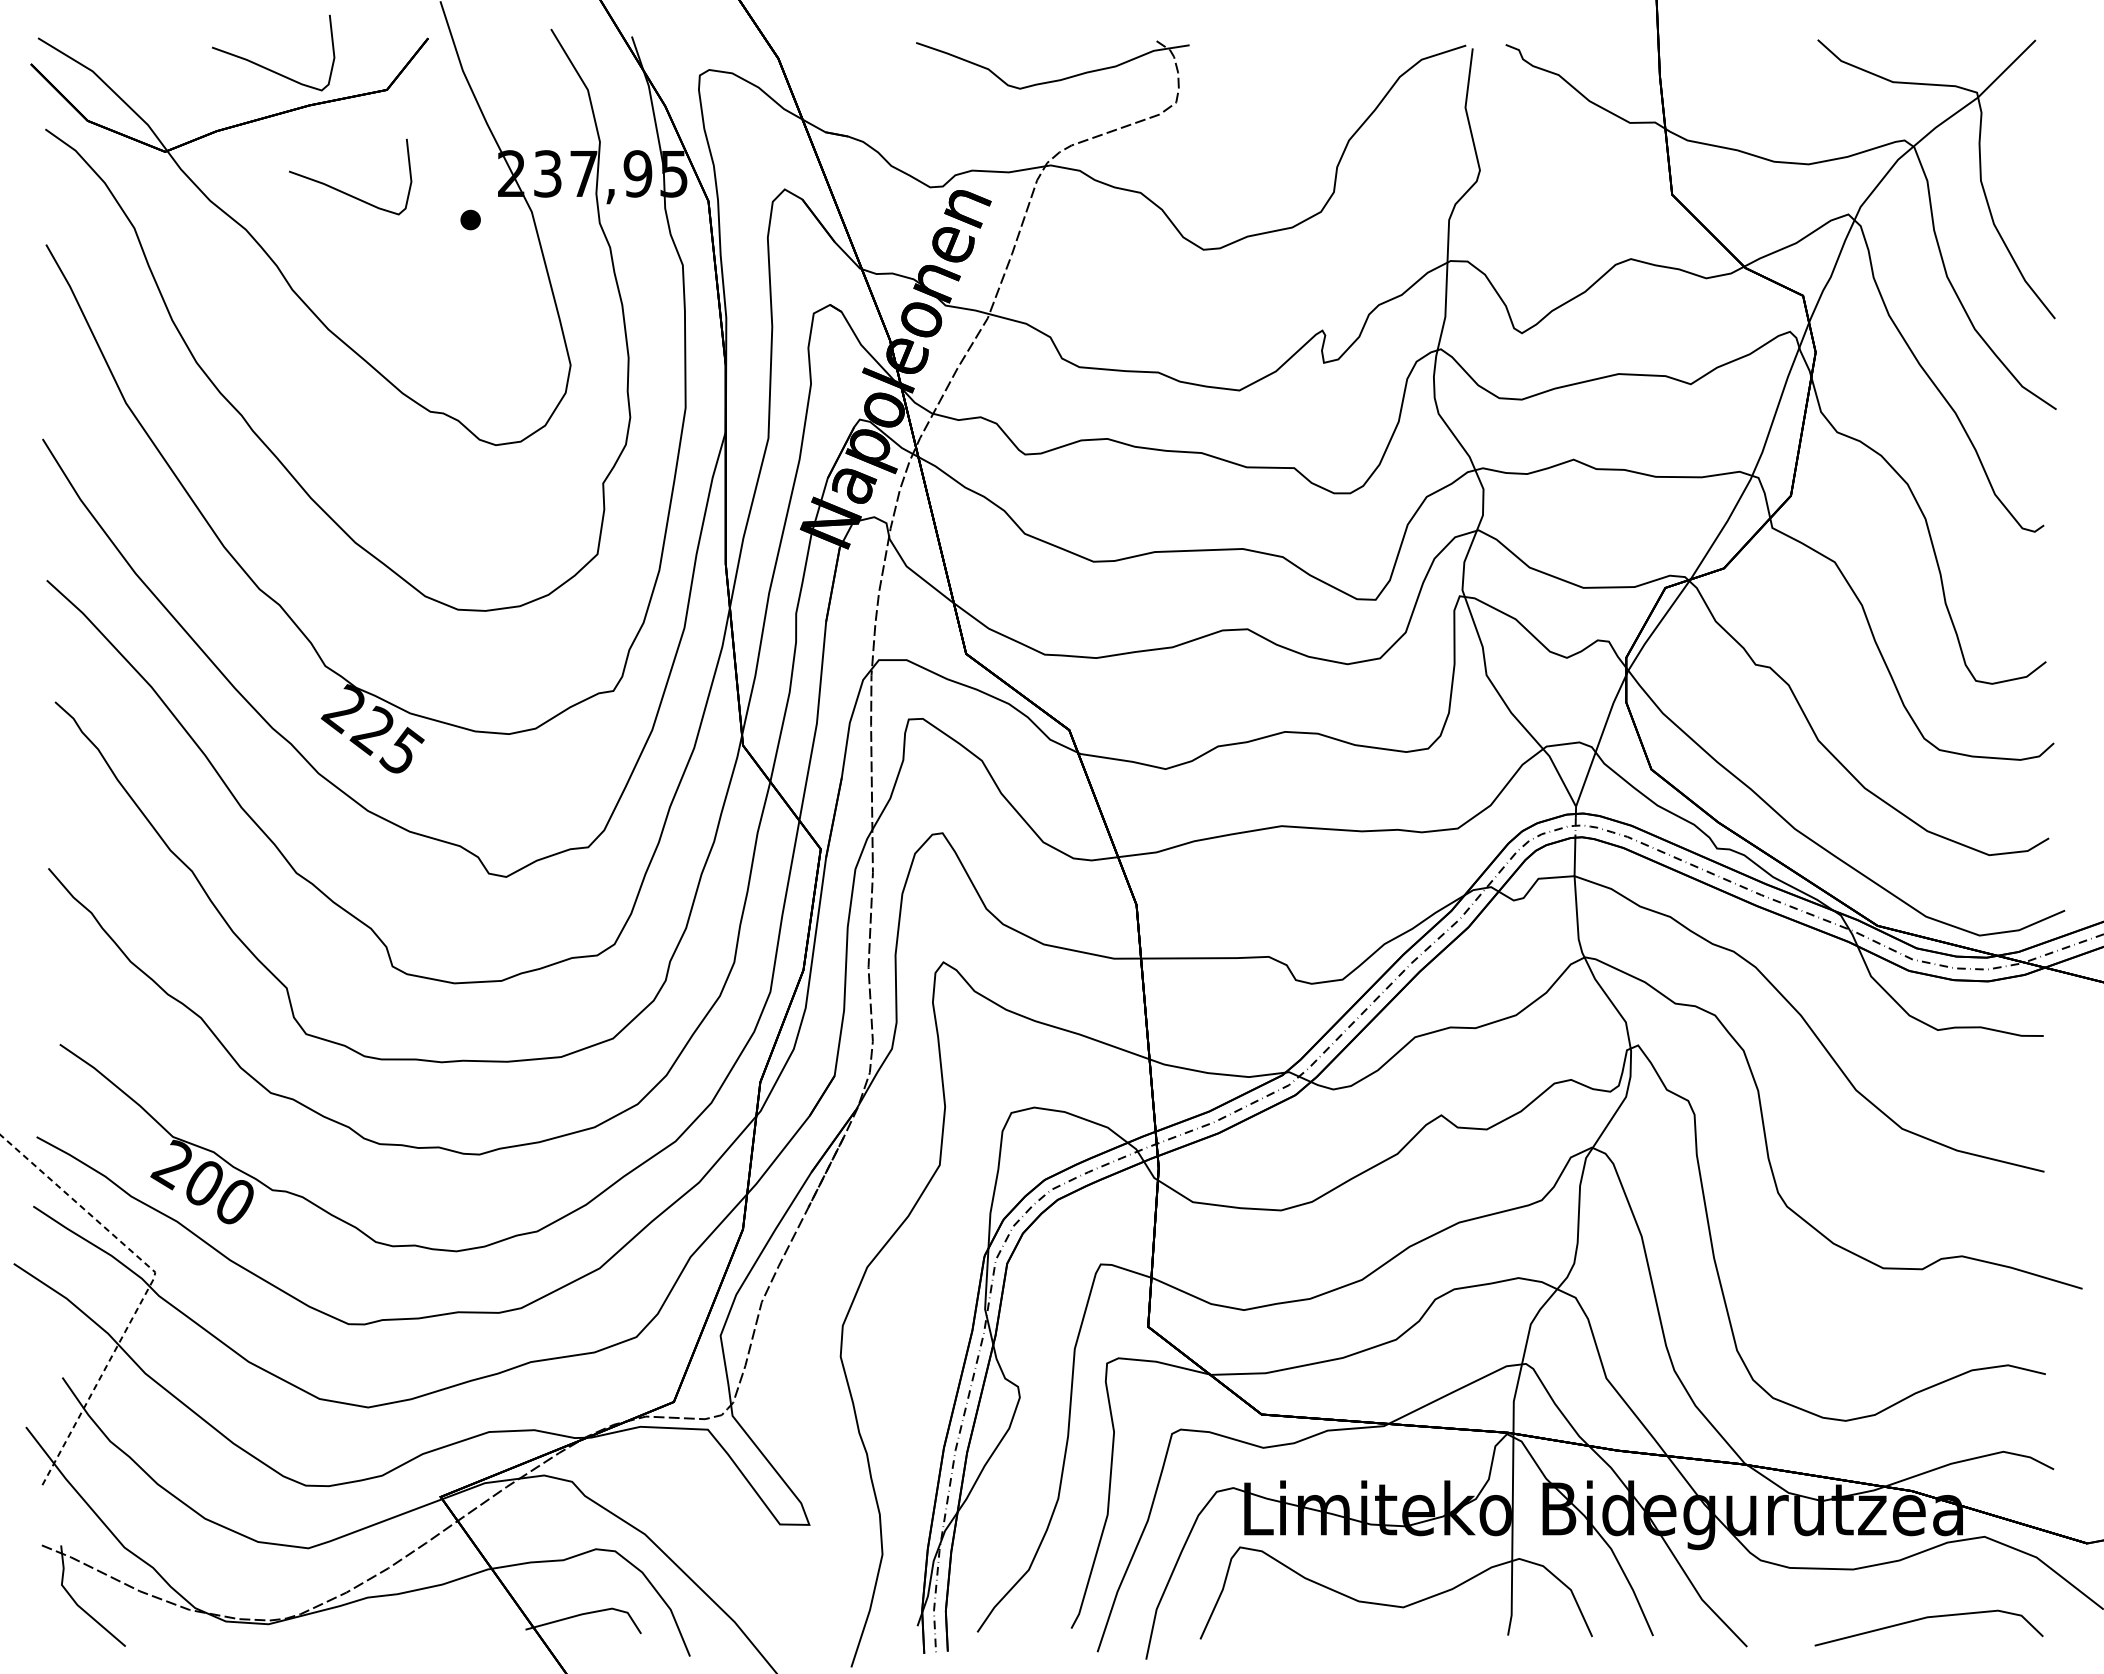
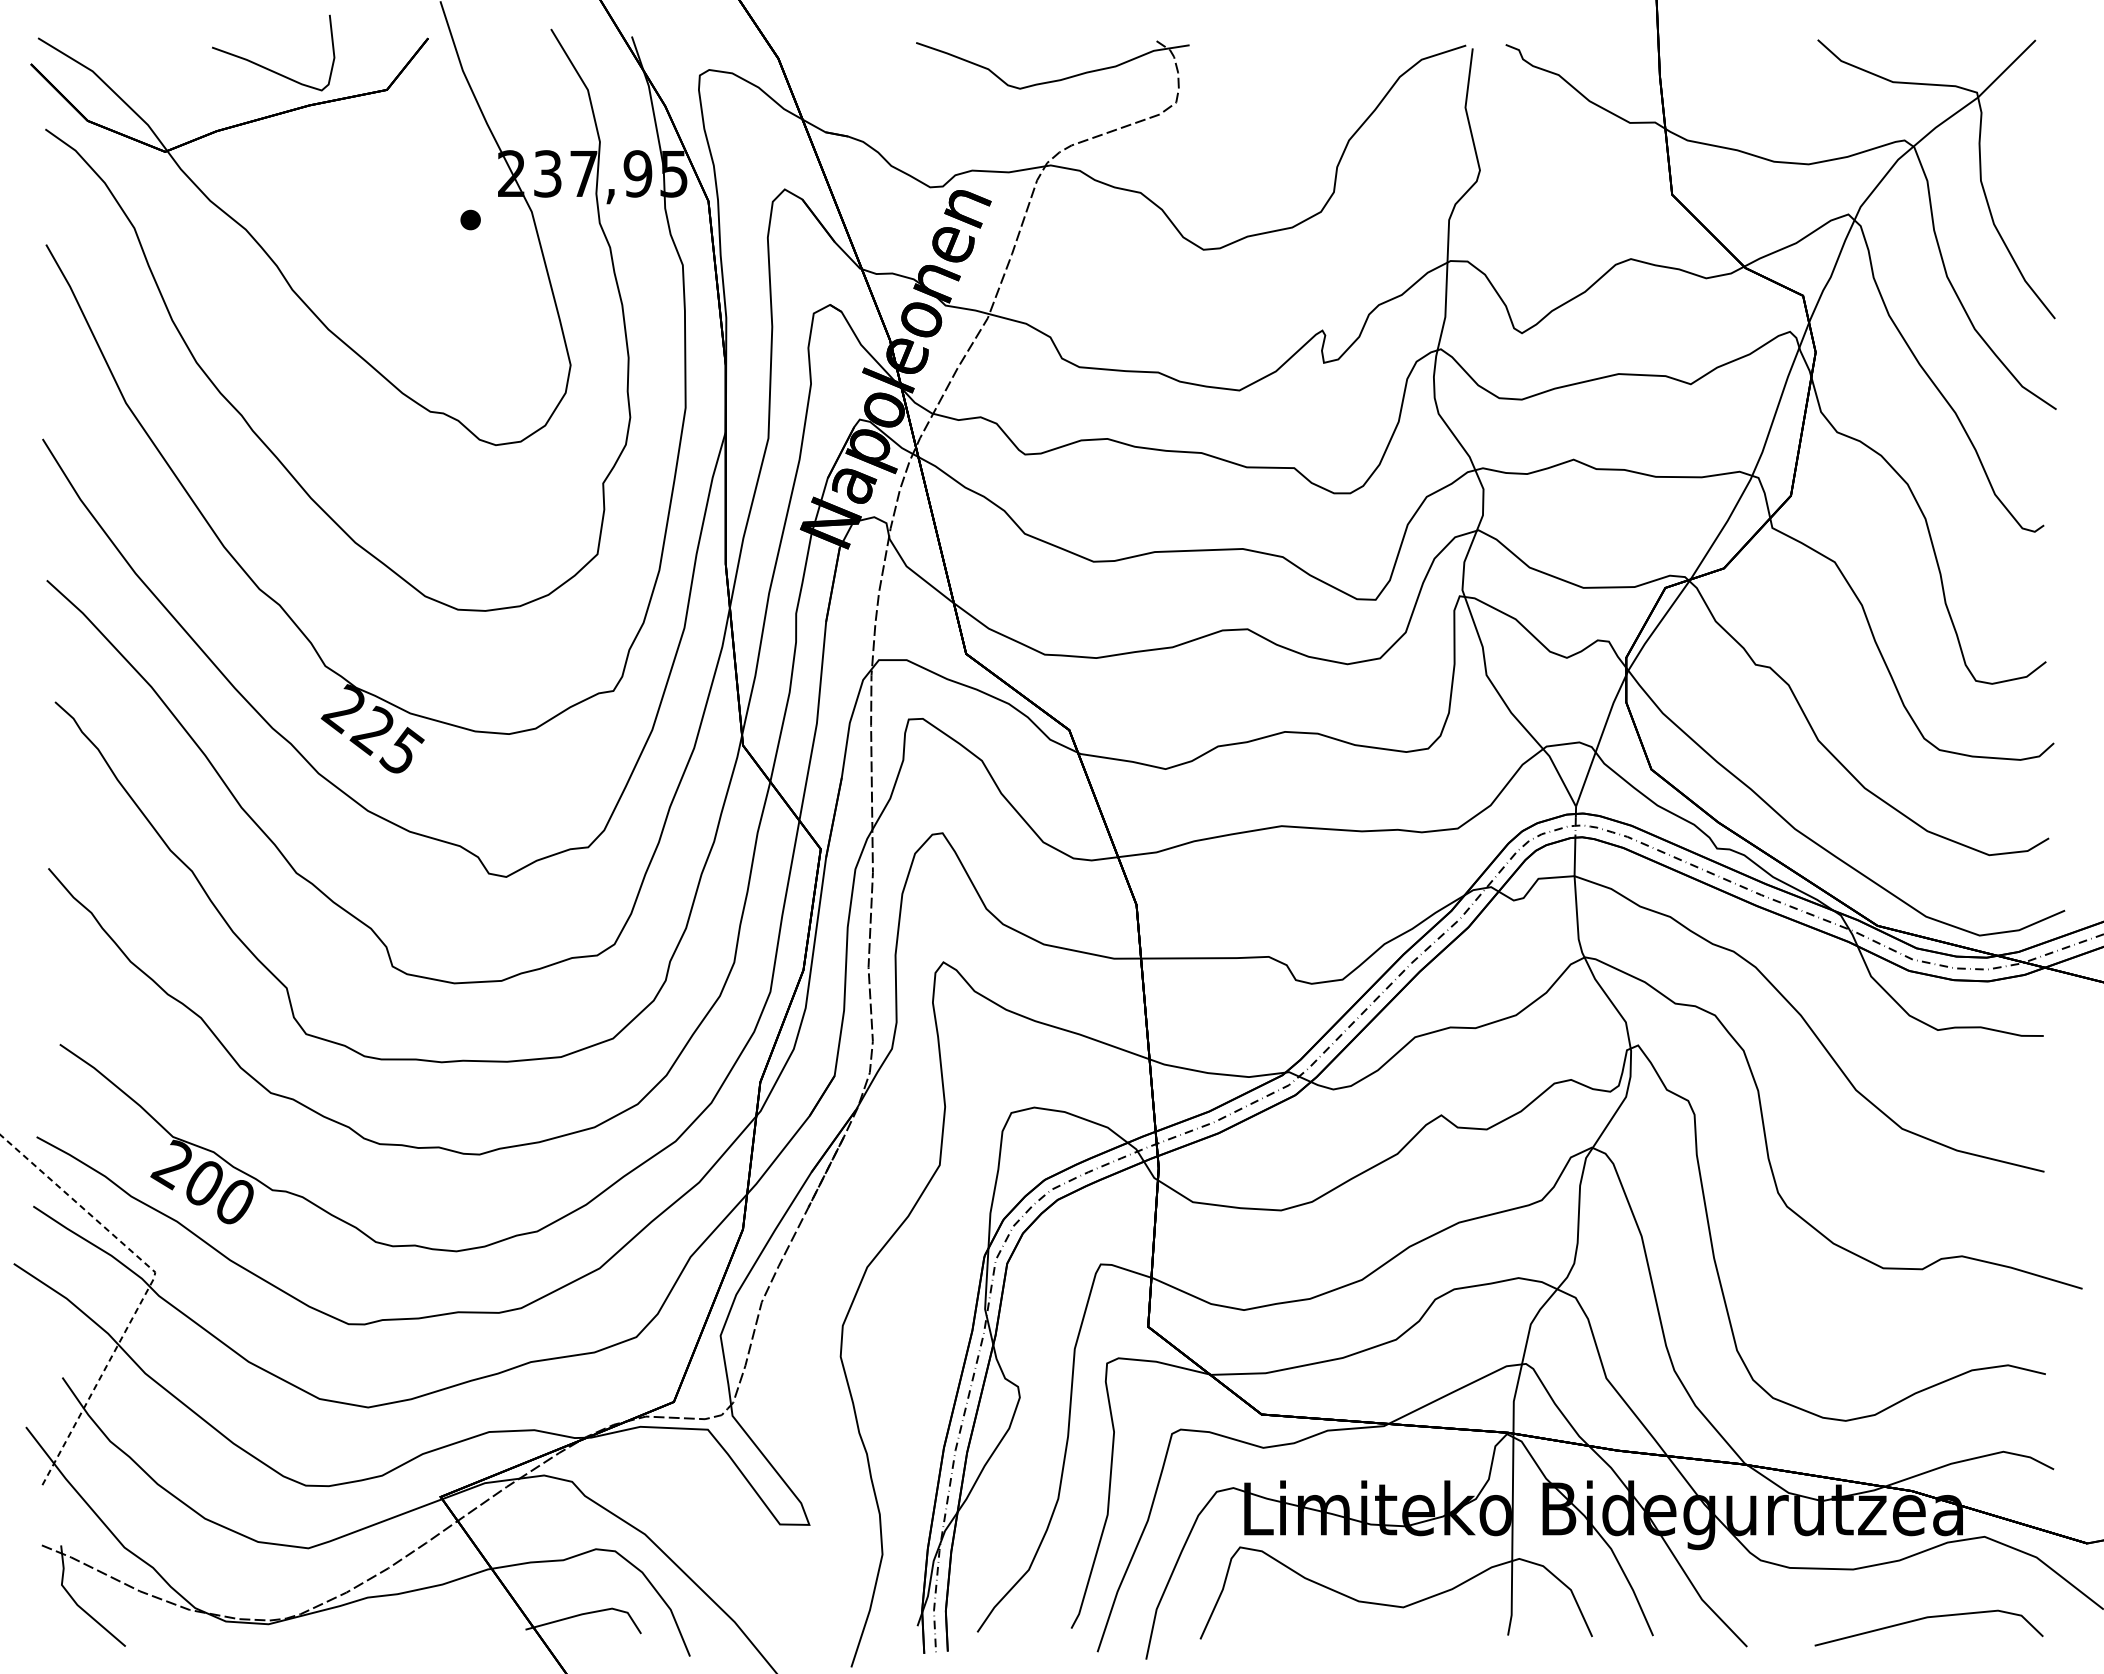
curve at (346, 192): present -> none
